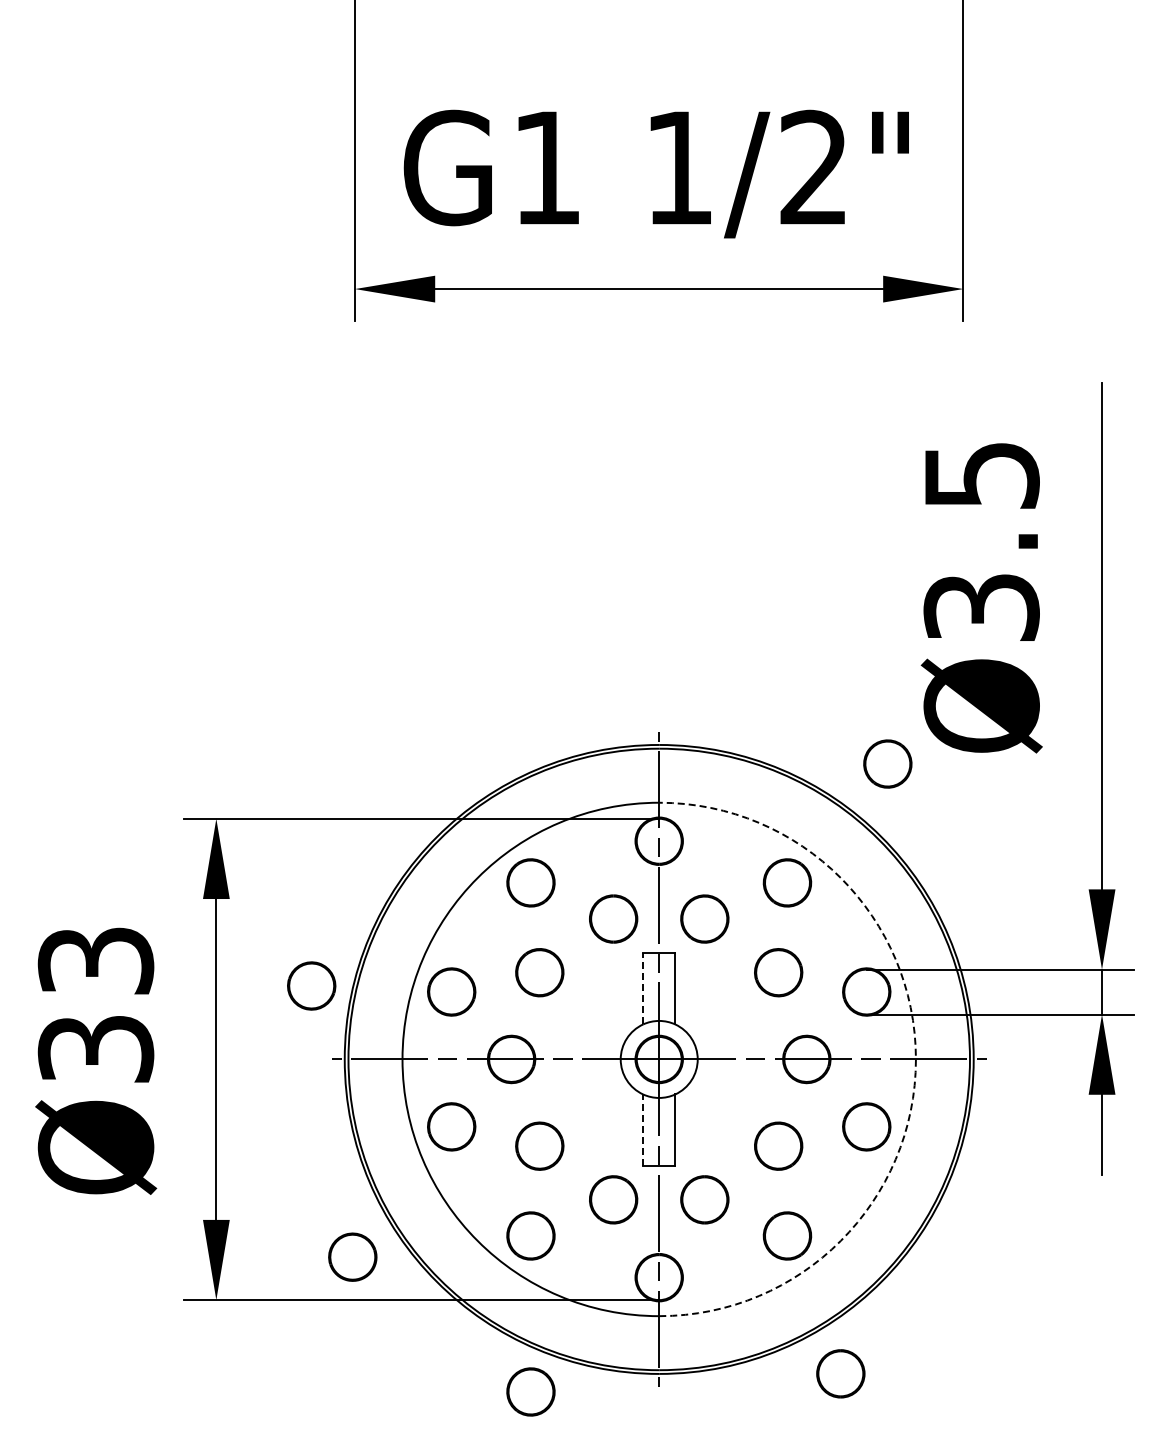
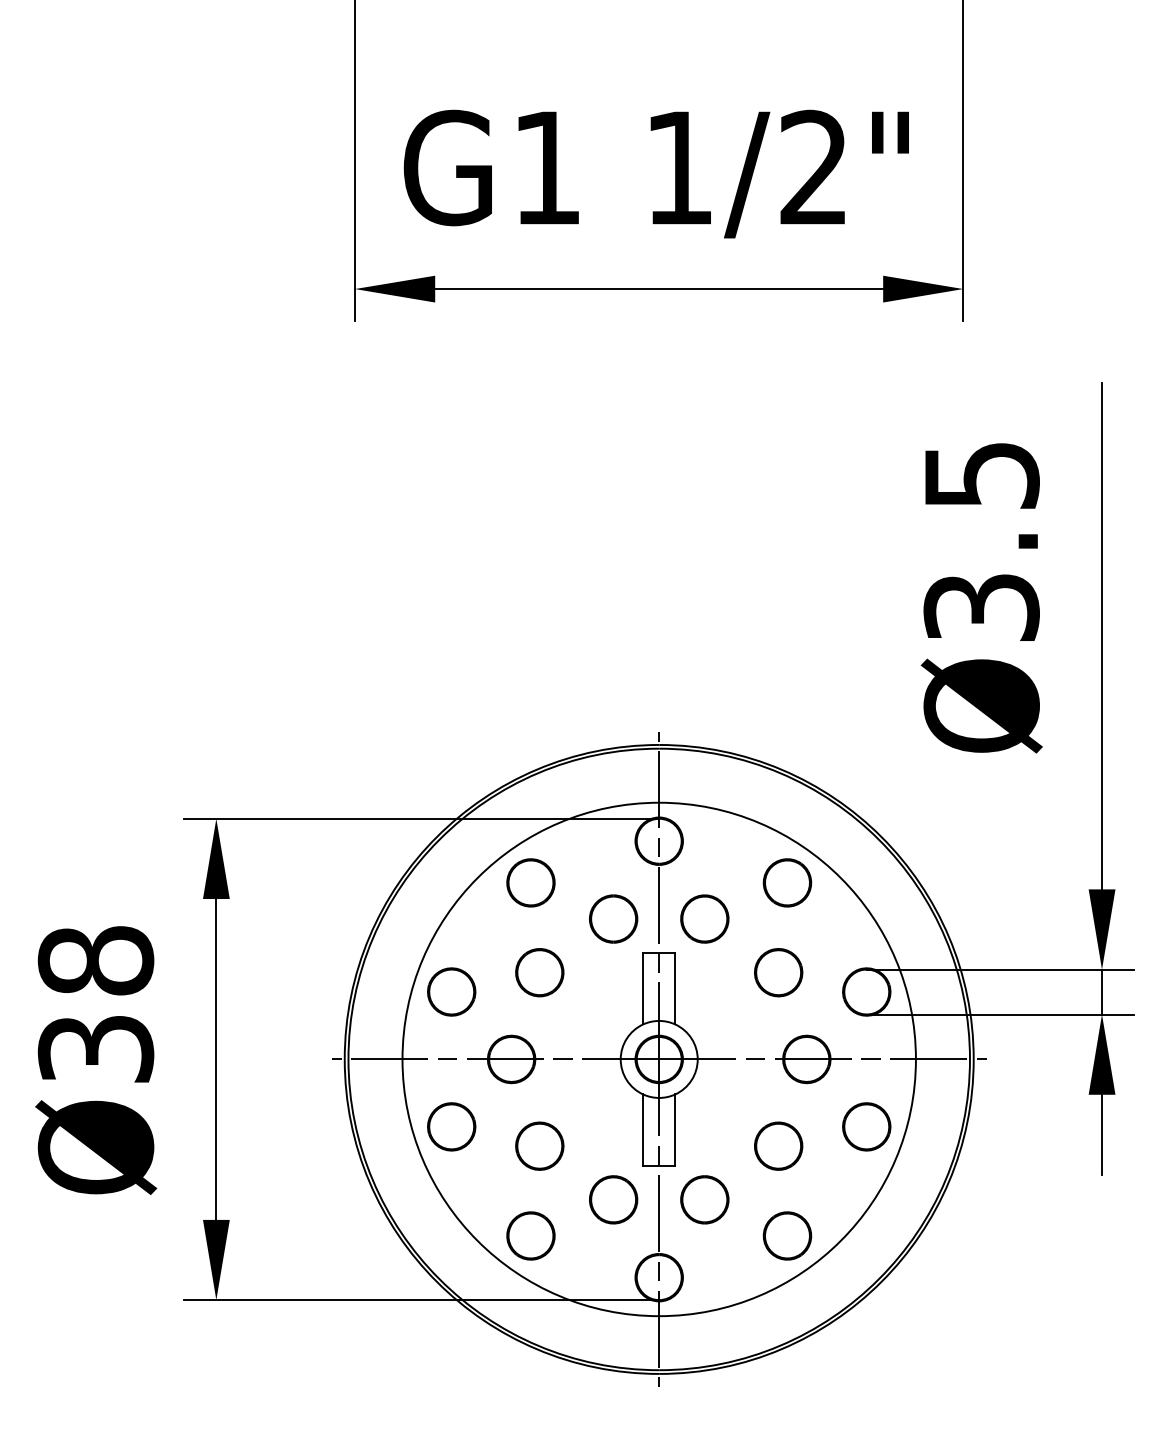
part at (887, 763): present -> none
text at (95, 960): Ø33 -> Ø38
part at (311, 985): present -> none
line at (643, 988): dashed -> solid
arc at (915, 1059): dashed -> solid
line at (643, 1130): dashed -> solid
part at (352, 1256): present -> none
part at (840, 1373): present -> none
part at (530, 1391): present -> none
